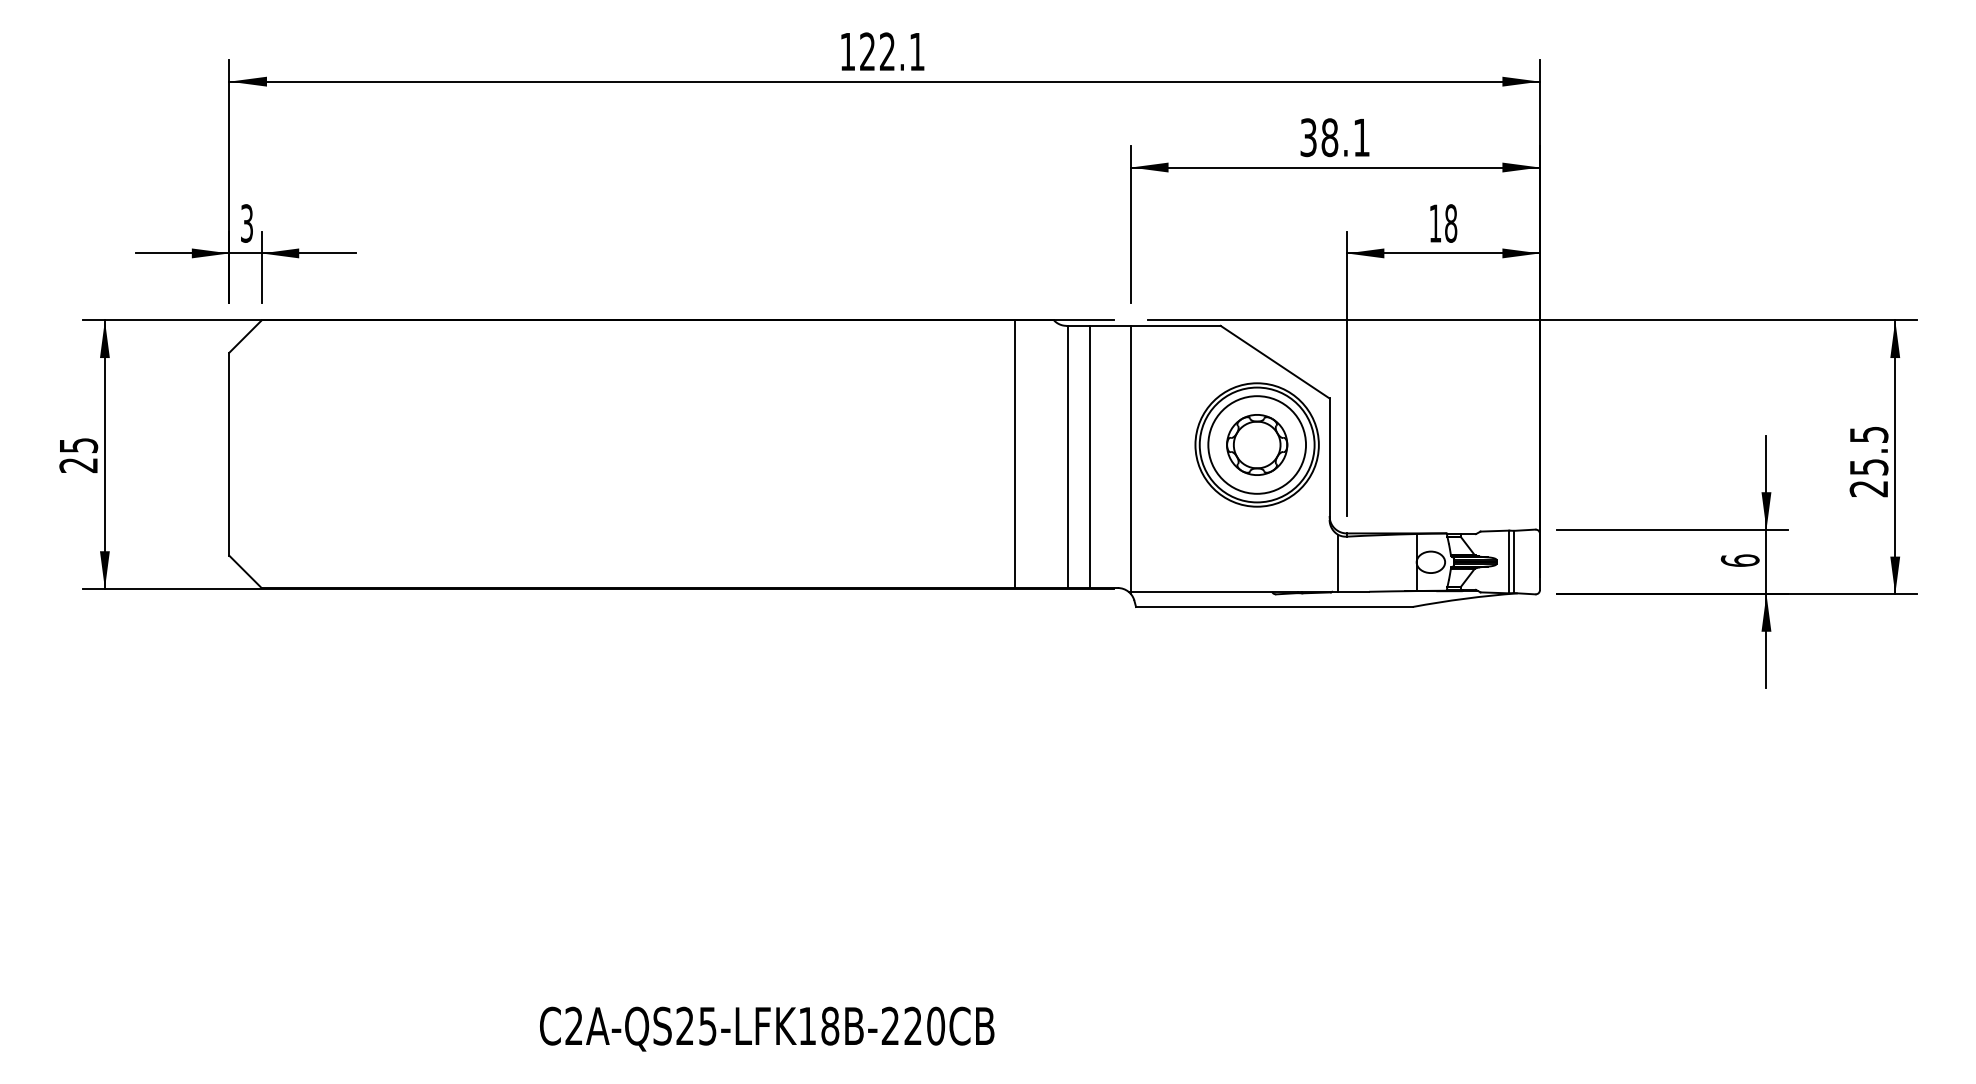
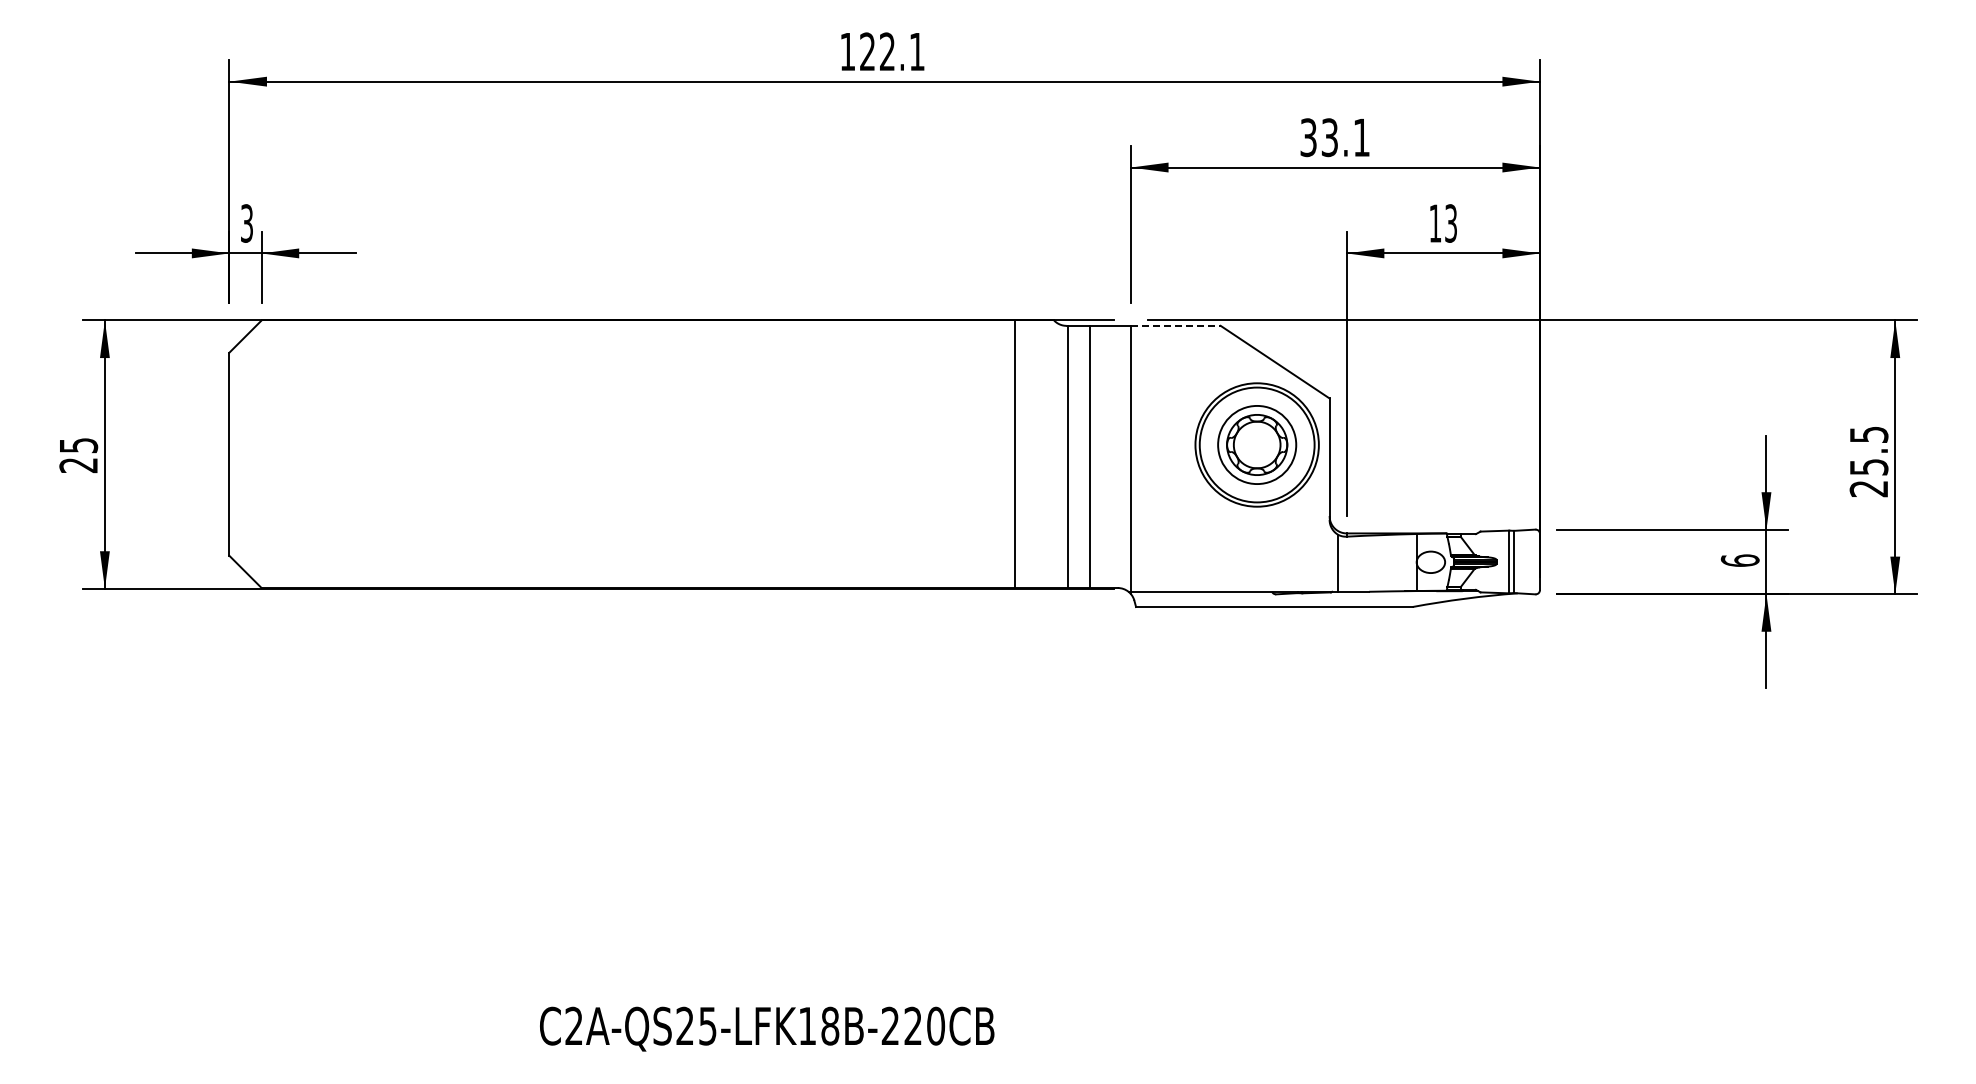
text at (1329, 137): 38.1 -> 33.1
text at (1451, 223): 18 -> 13
line at (1175, 325): solid -> dashed
circle at (1257, 444) diameter: 98 px -> 78 px
